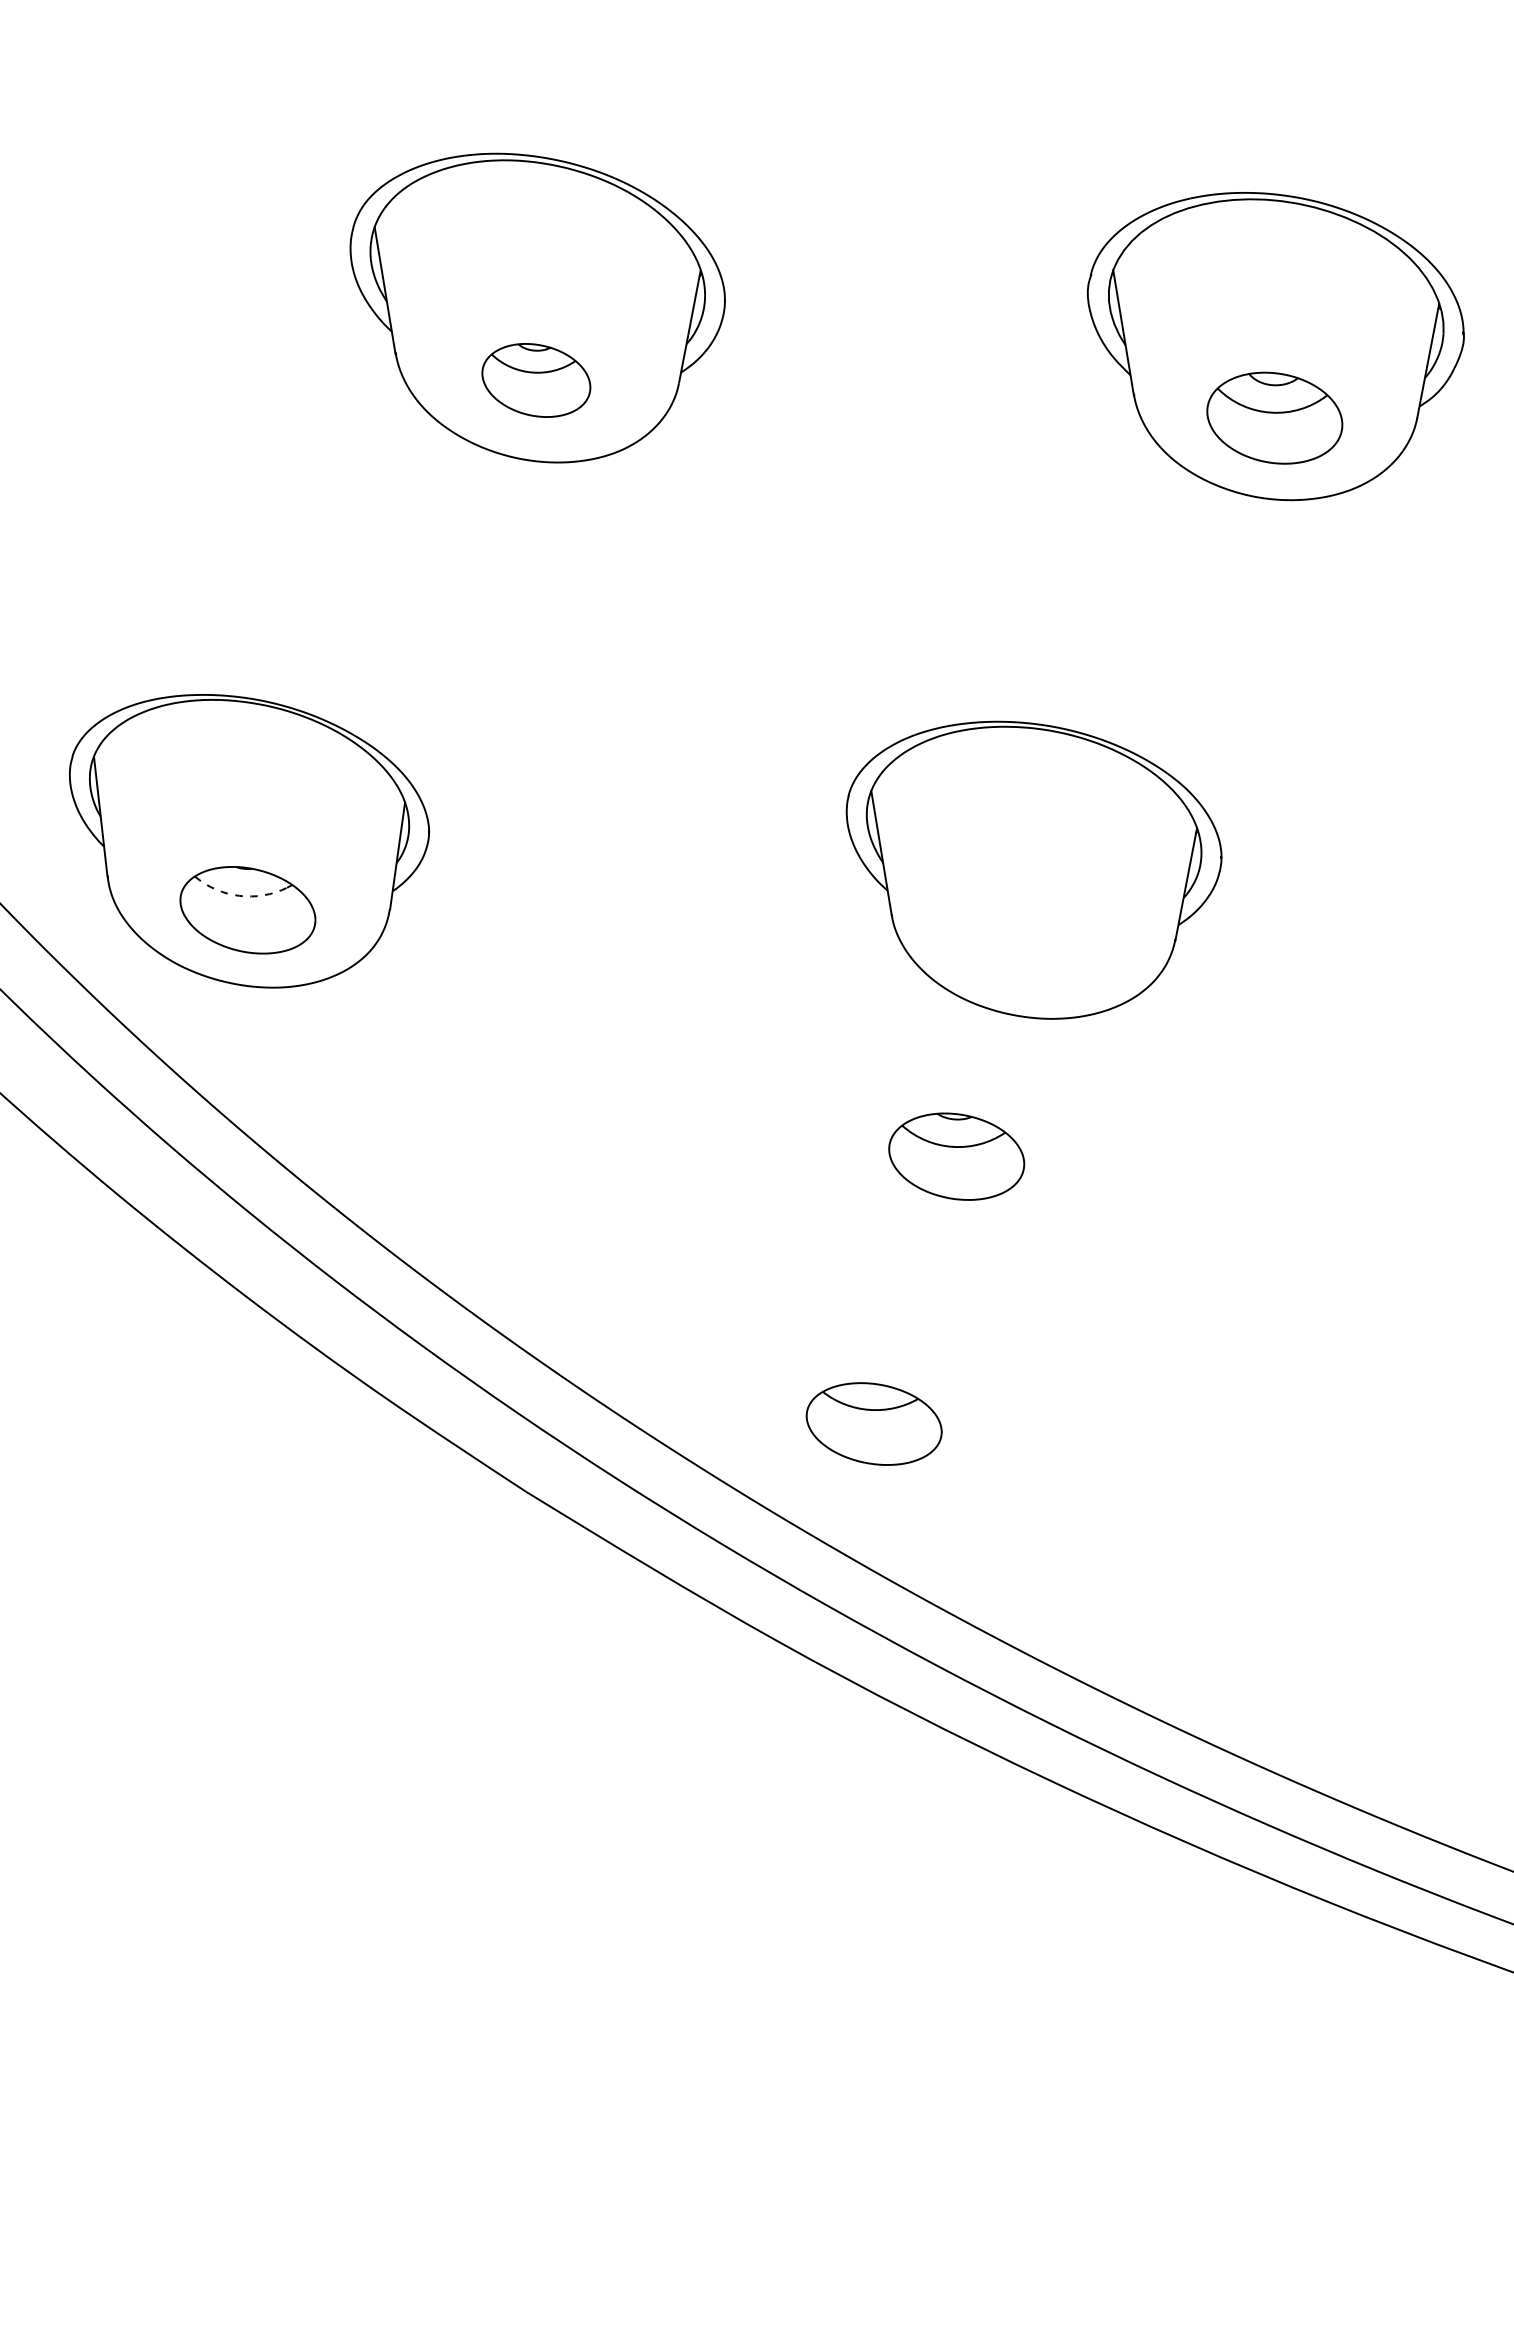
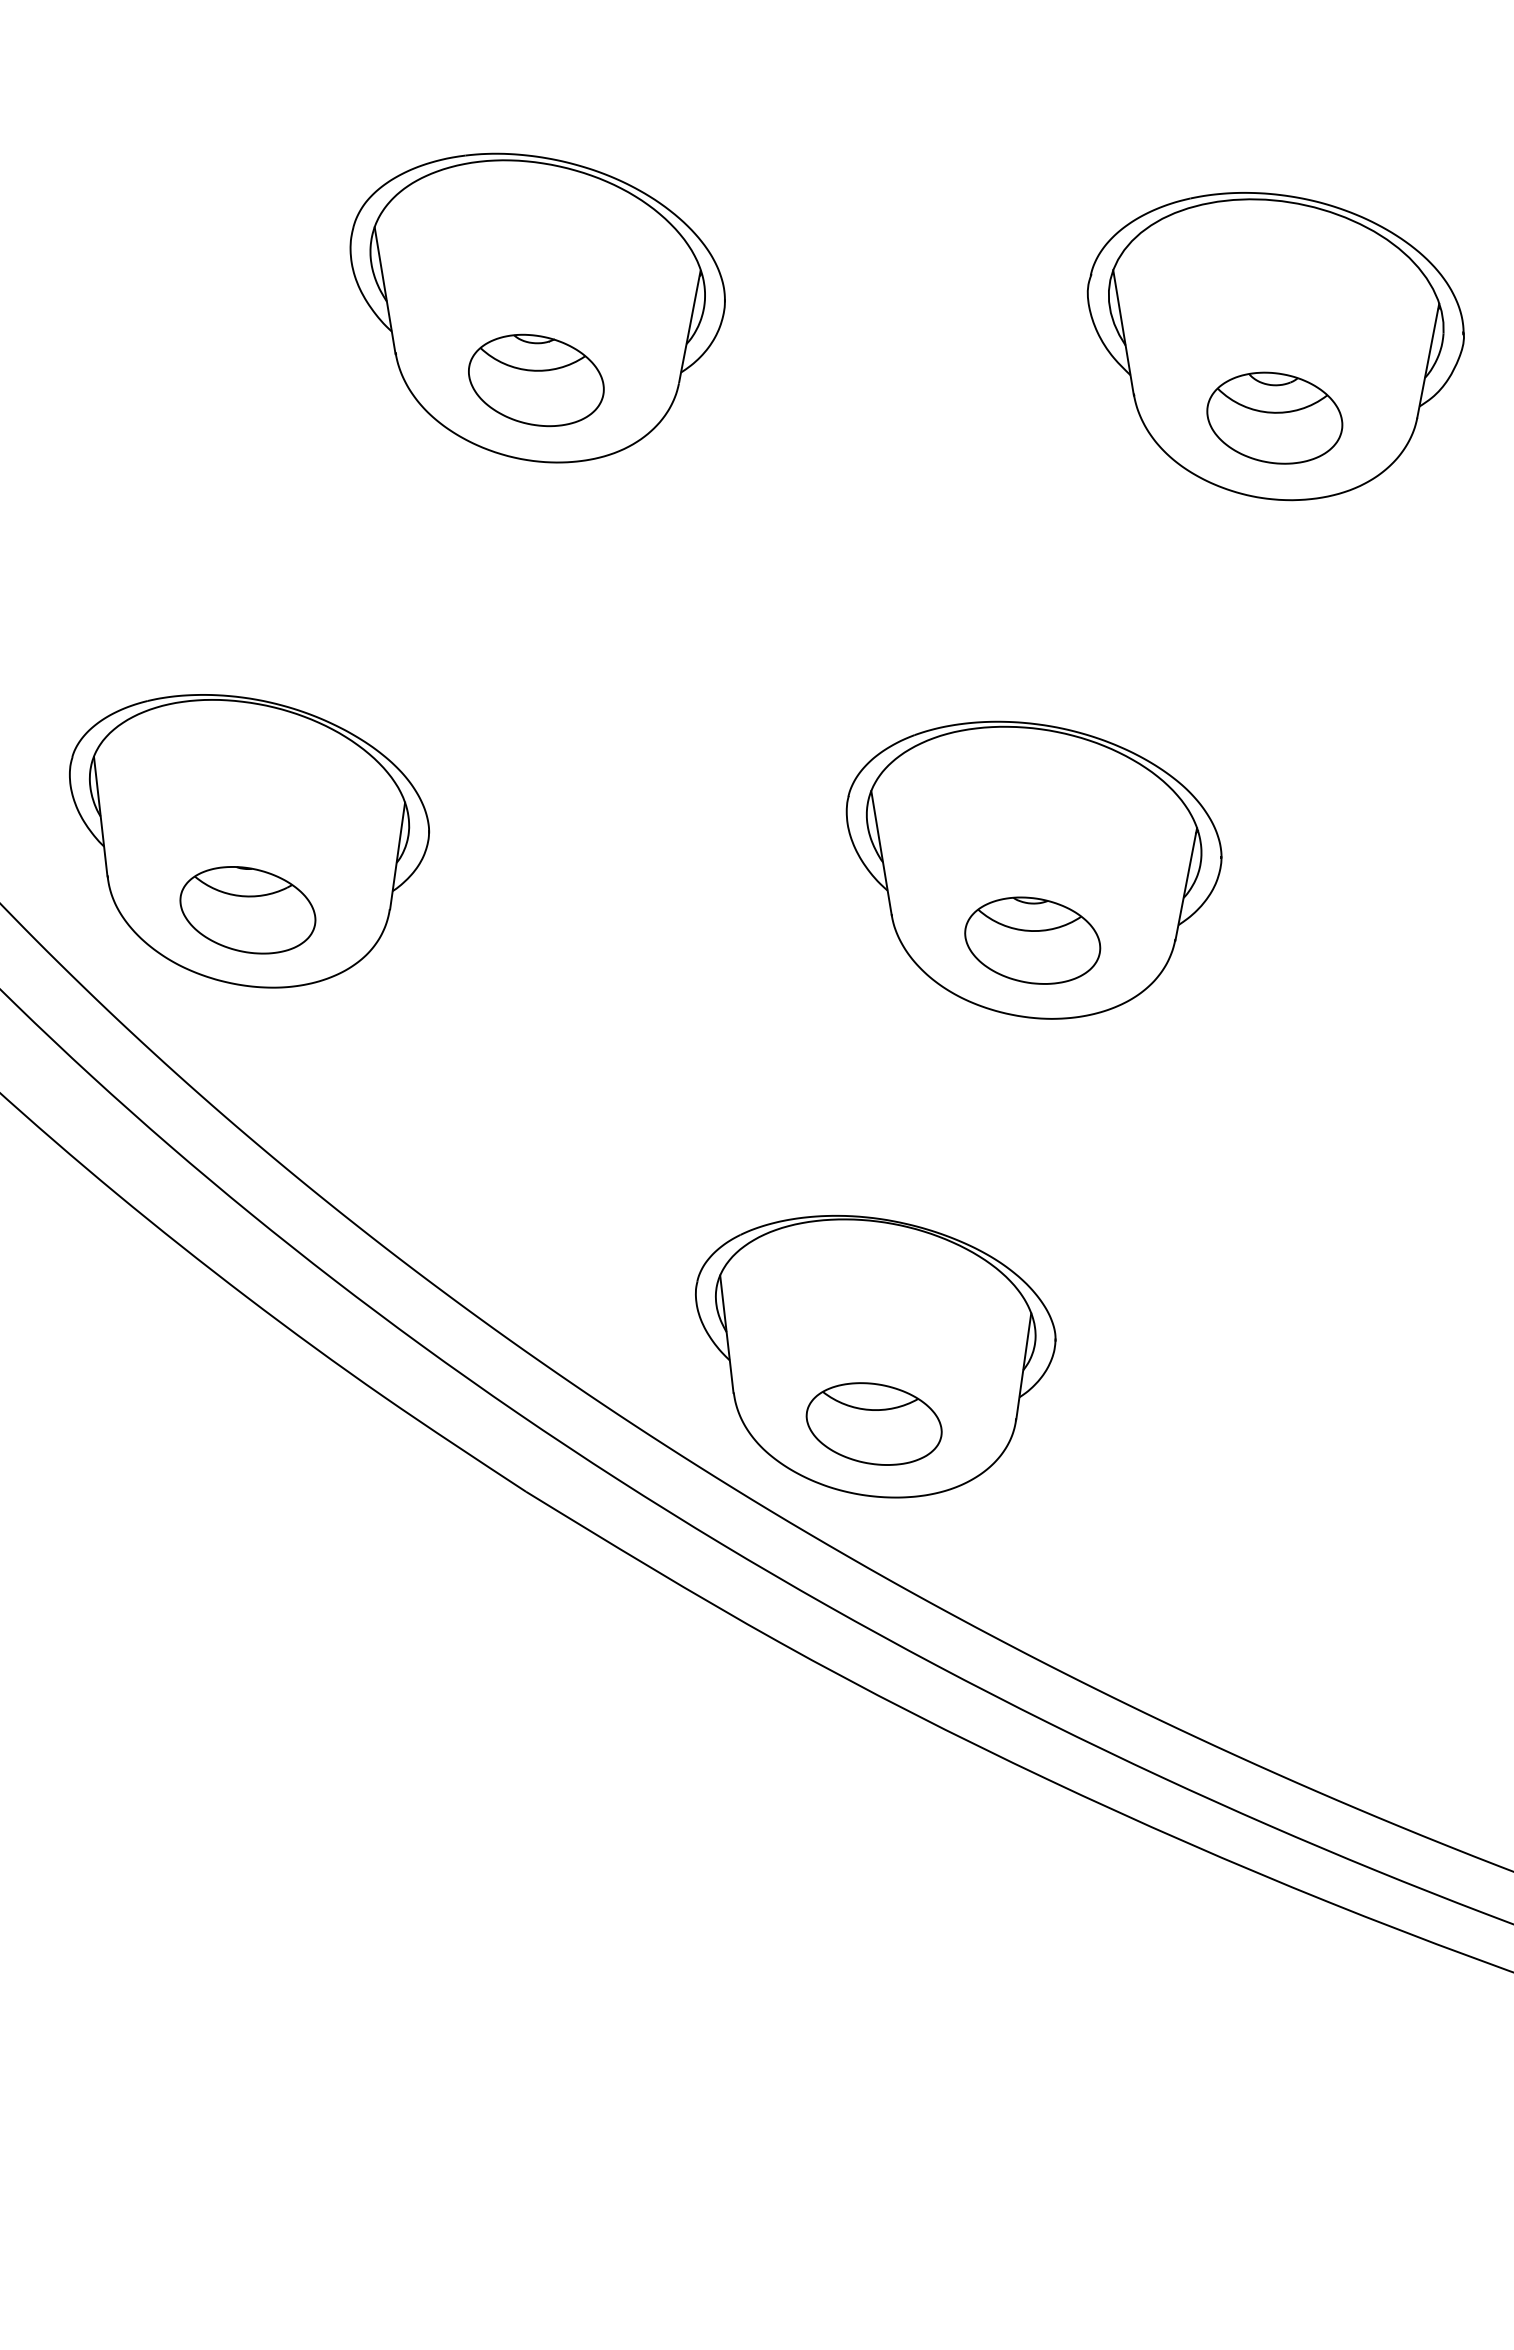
part at (536, 380) size: 111x75 px -> 137x95 px
arc at (239, 895): dashed -> solid
part at (956, 1156) position: (956, 1156) -> (1032, 940)
part at (875, 1356): none -> present
